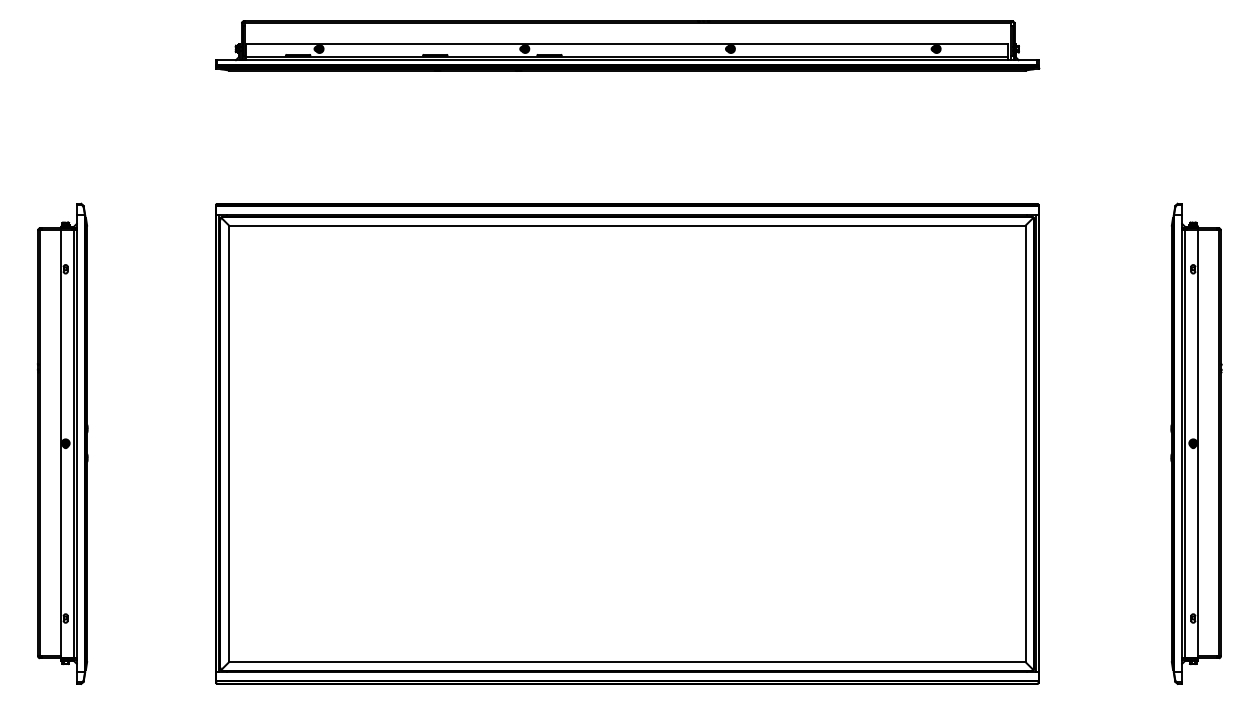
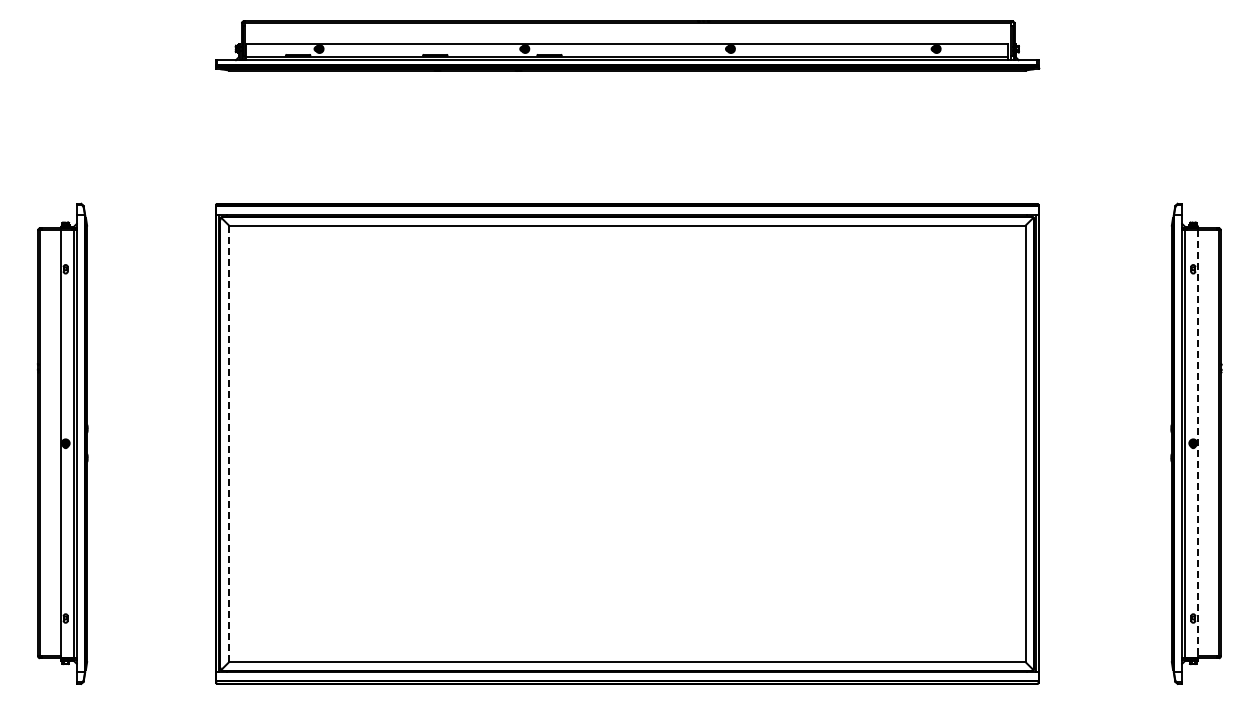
line at (229, 444): solid -> dashed
line at (1197, 444): solid -> dashed
